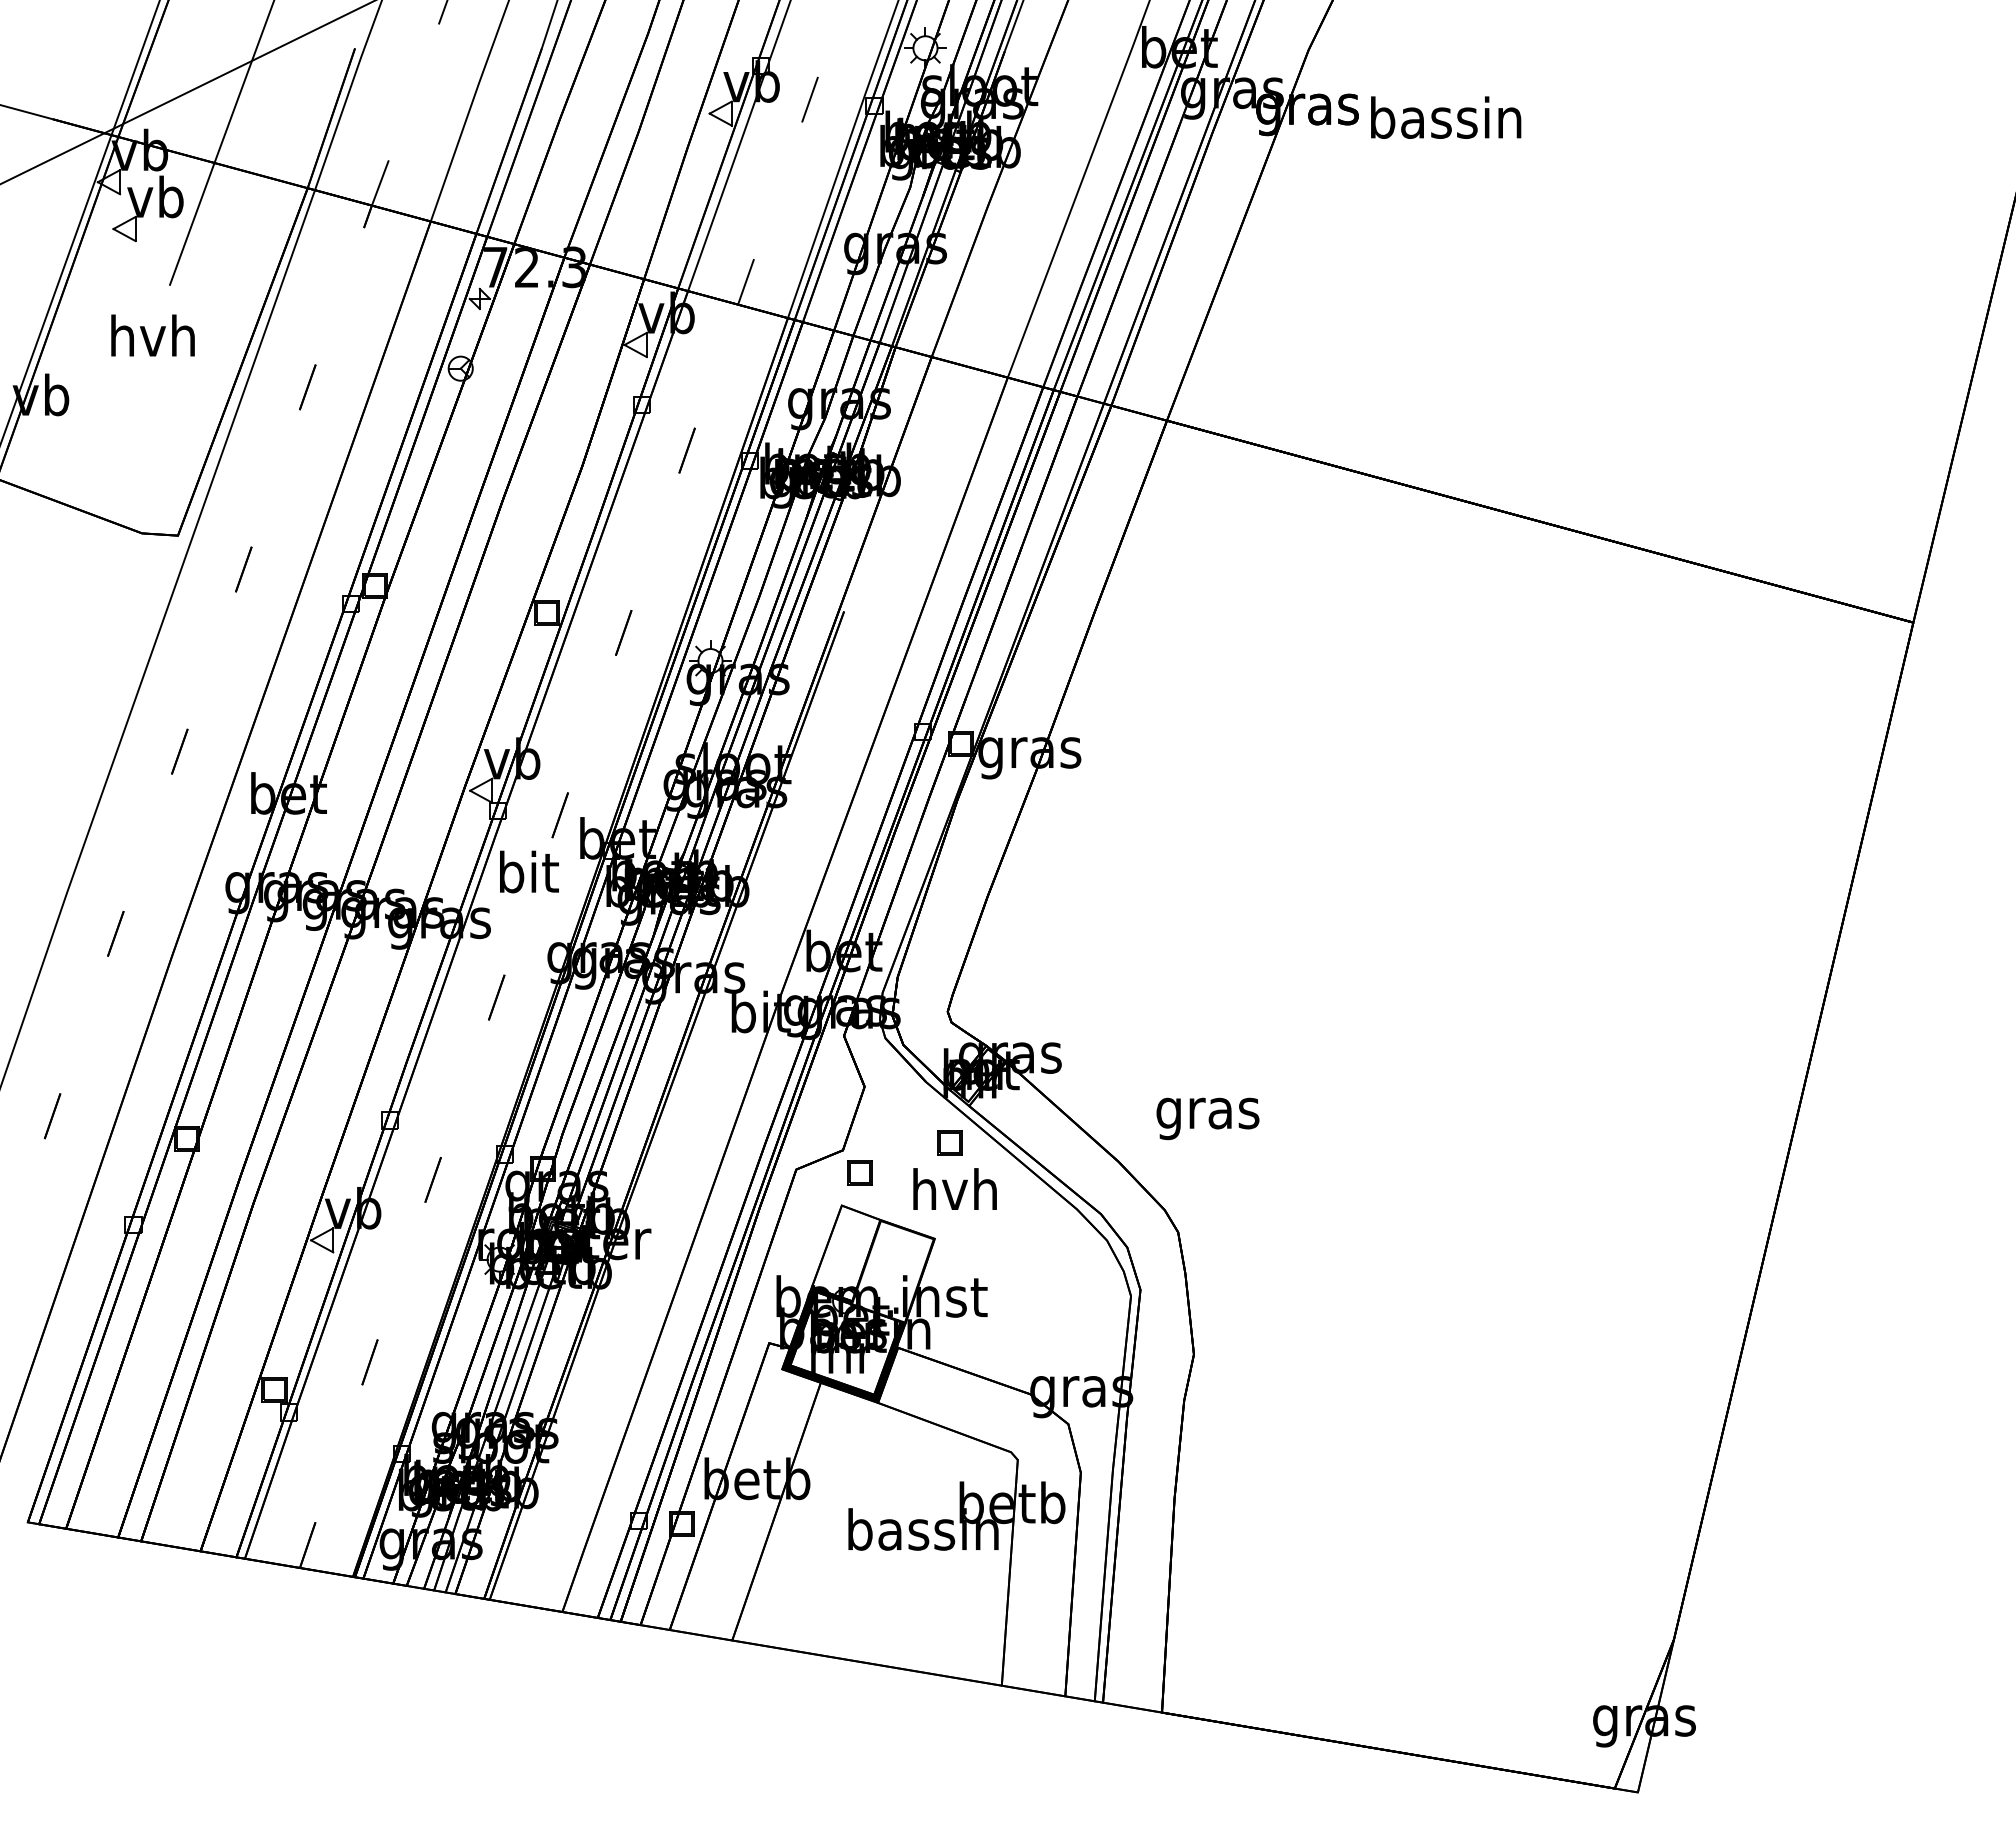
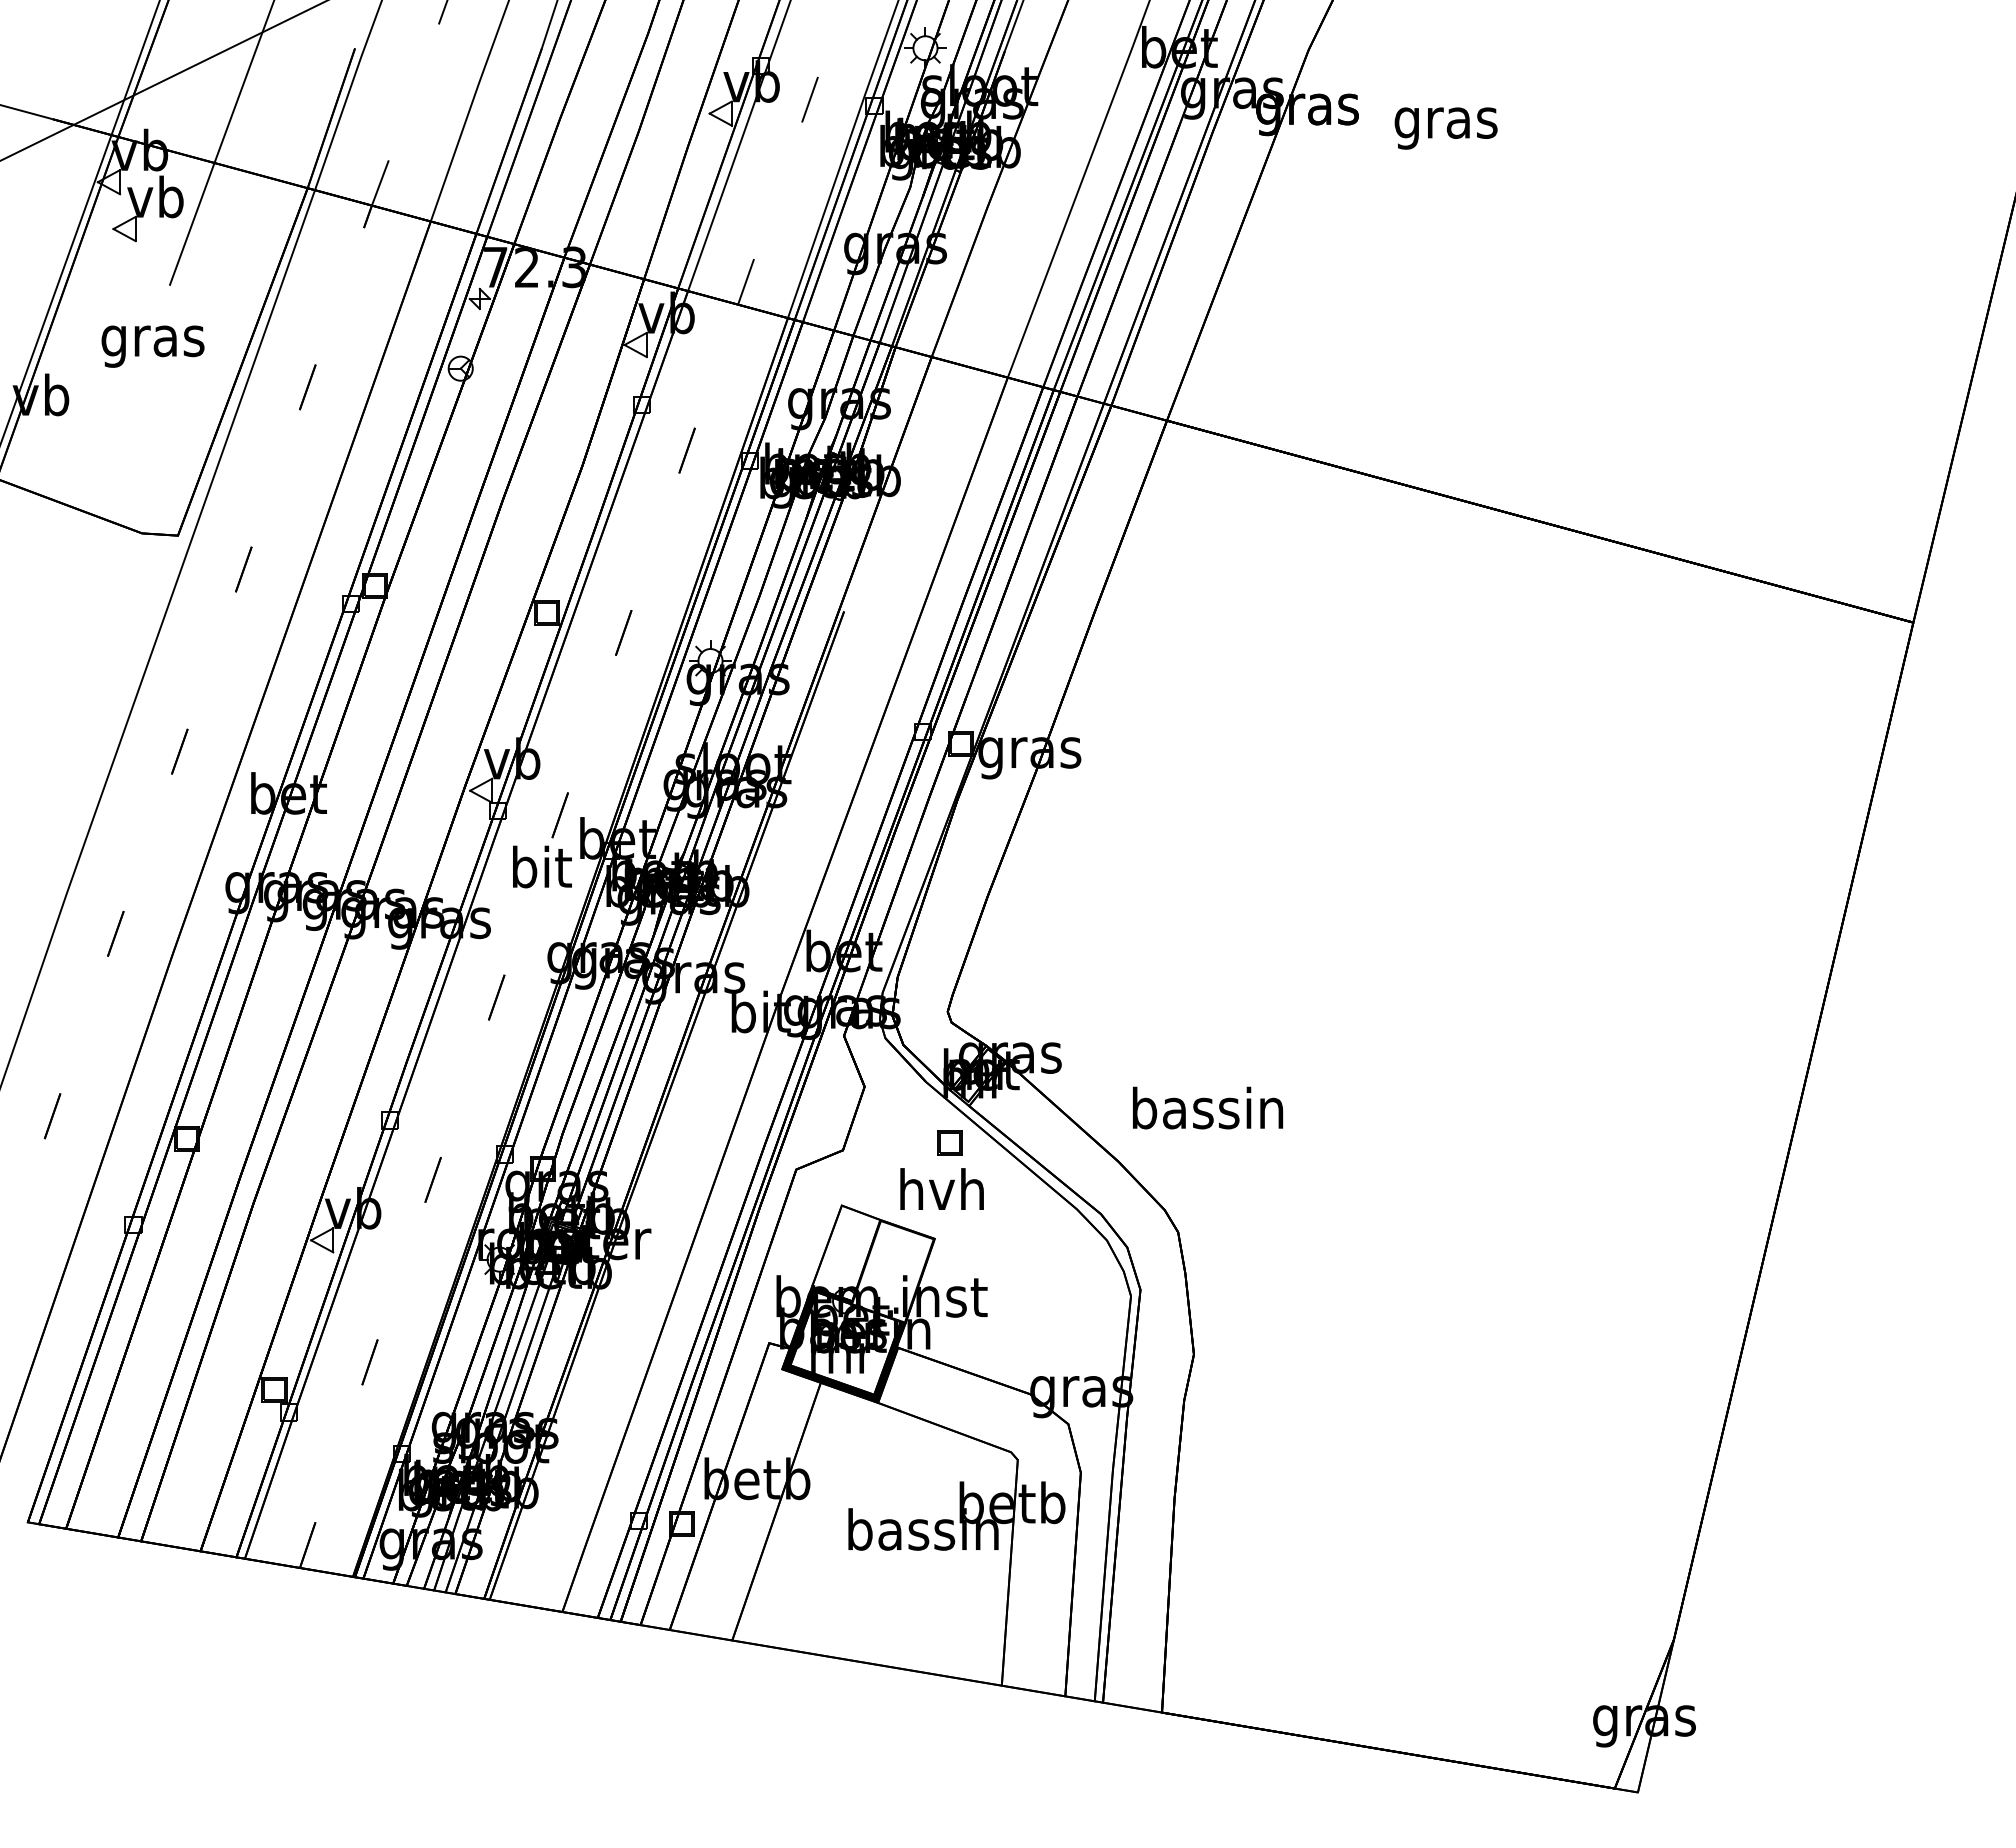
line at (187, 92) position: (187, 92) -> (162, 81)
text at (1446, 122): bassin -> gras
text at (152, 340): hvh -> gras
text at (529, 871) position: (529, 871) -> (542, 866)
text at (1208, 1113): gras -> bassin
part at (859, 1172): present -> none
text at (954, 1188) position: (954, 1188) -> (941, 1188)
